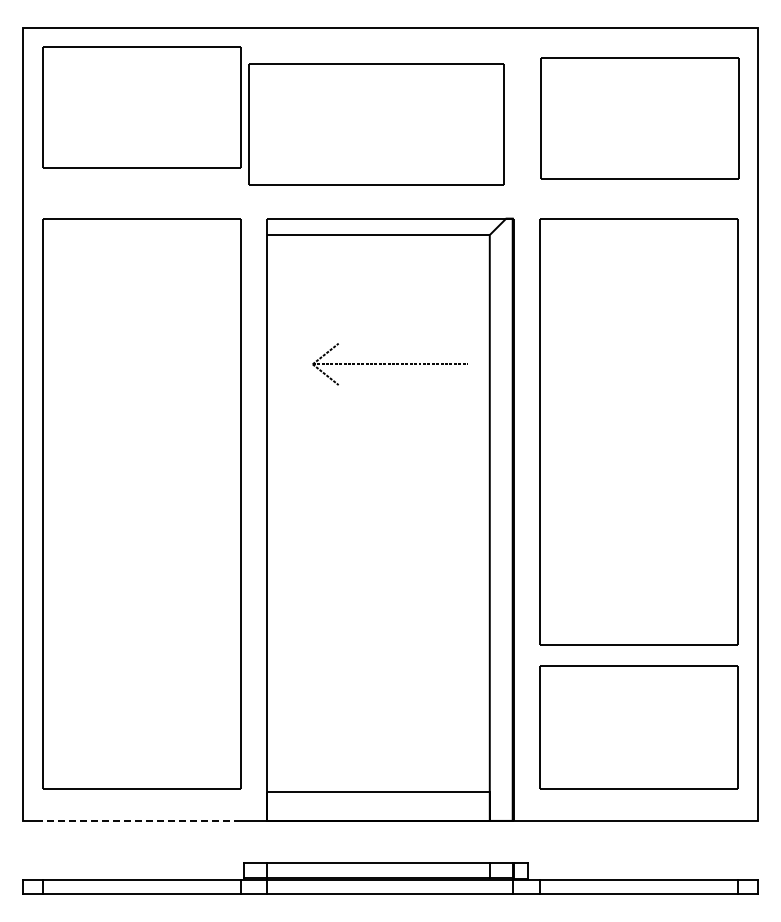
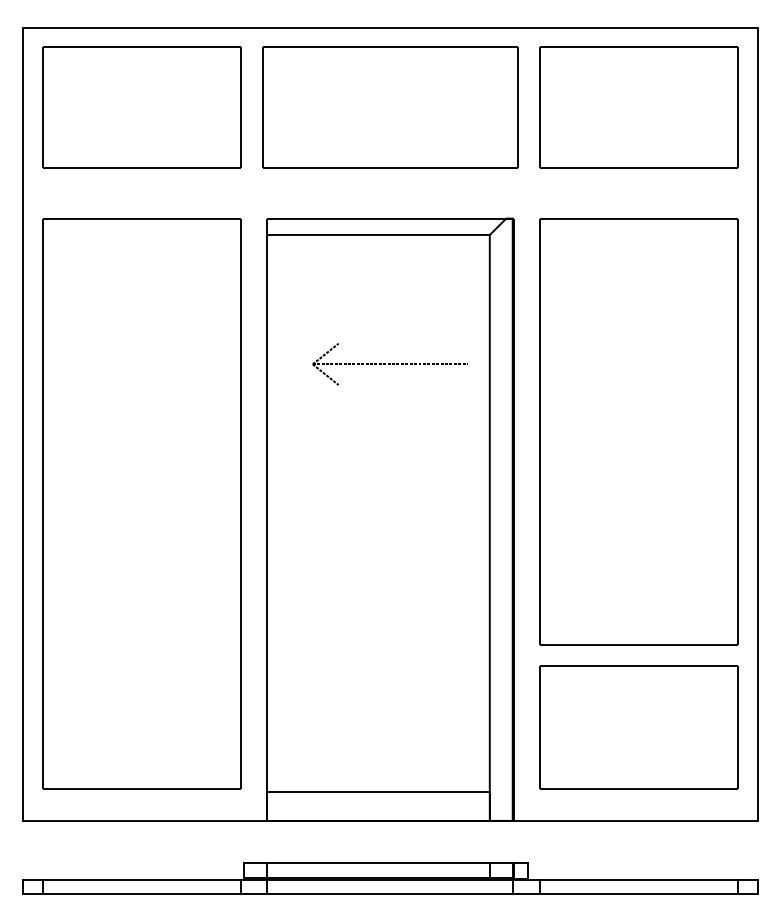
part at (639, 118) position: (639, 118) -> (638, 107)
part at (376, 124) position: (376, 124) -> (390, 107)
line at (141, 820): dashed -> solid
